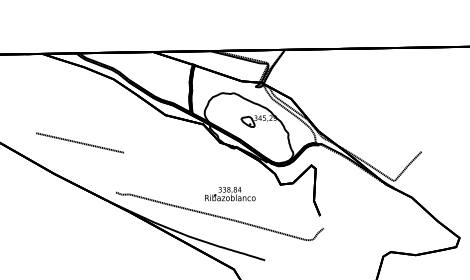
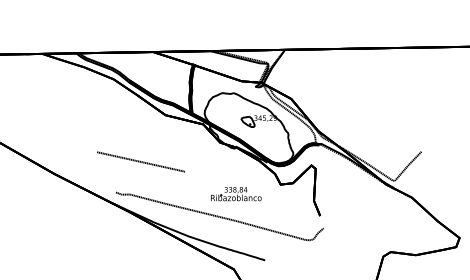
line at (79, 142) position: (79, 142) -> (140, 161)
text at (230, 194) position: (230, 194) -> (236, 194)
